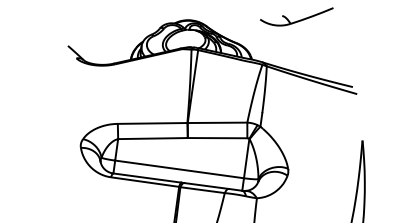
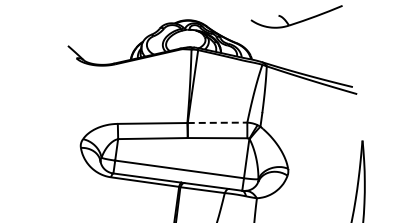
part at (296, 16) size: 74x20 px -> 93x24 px
line at (217, 122): solid -> dashed
